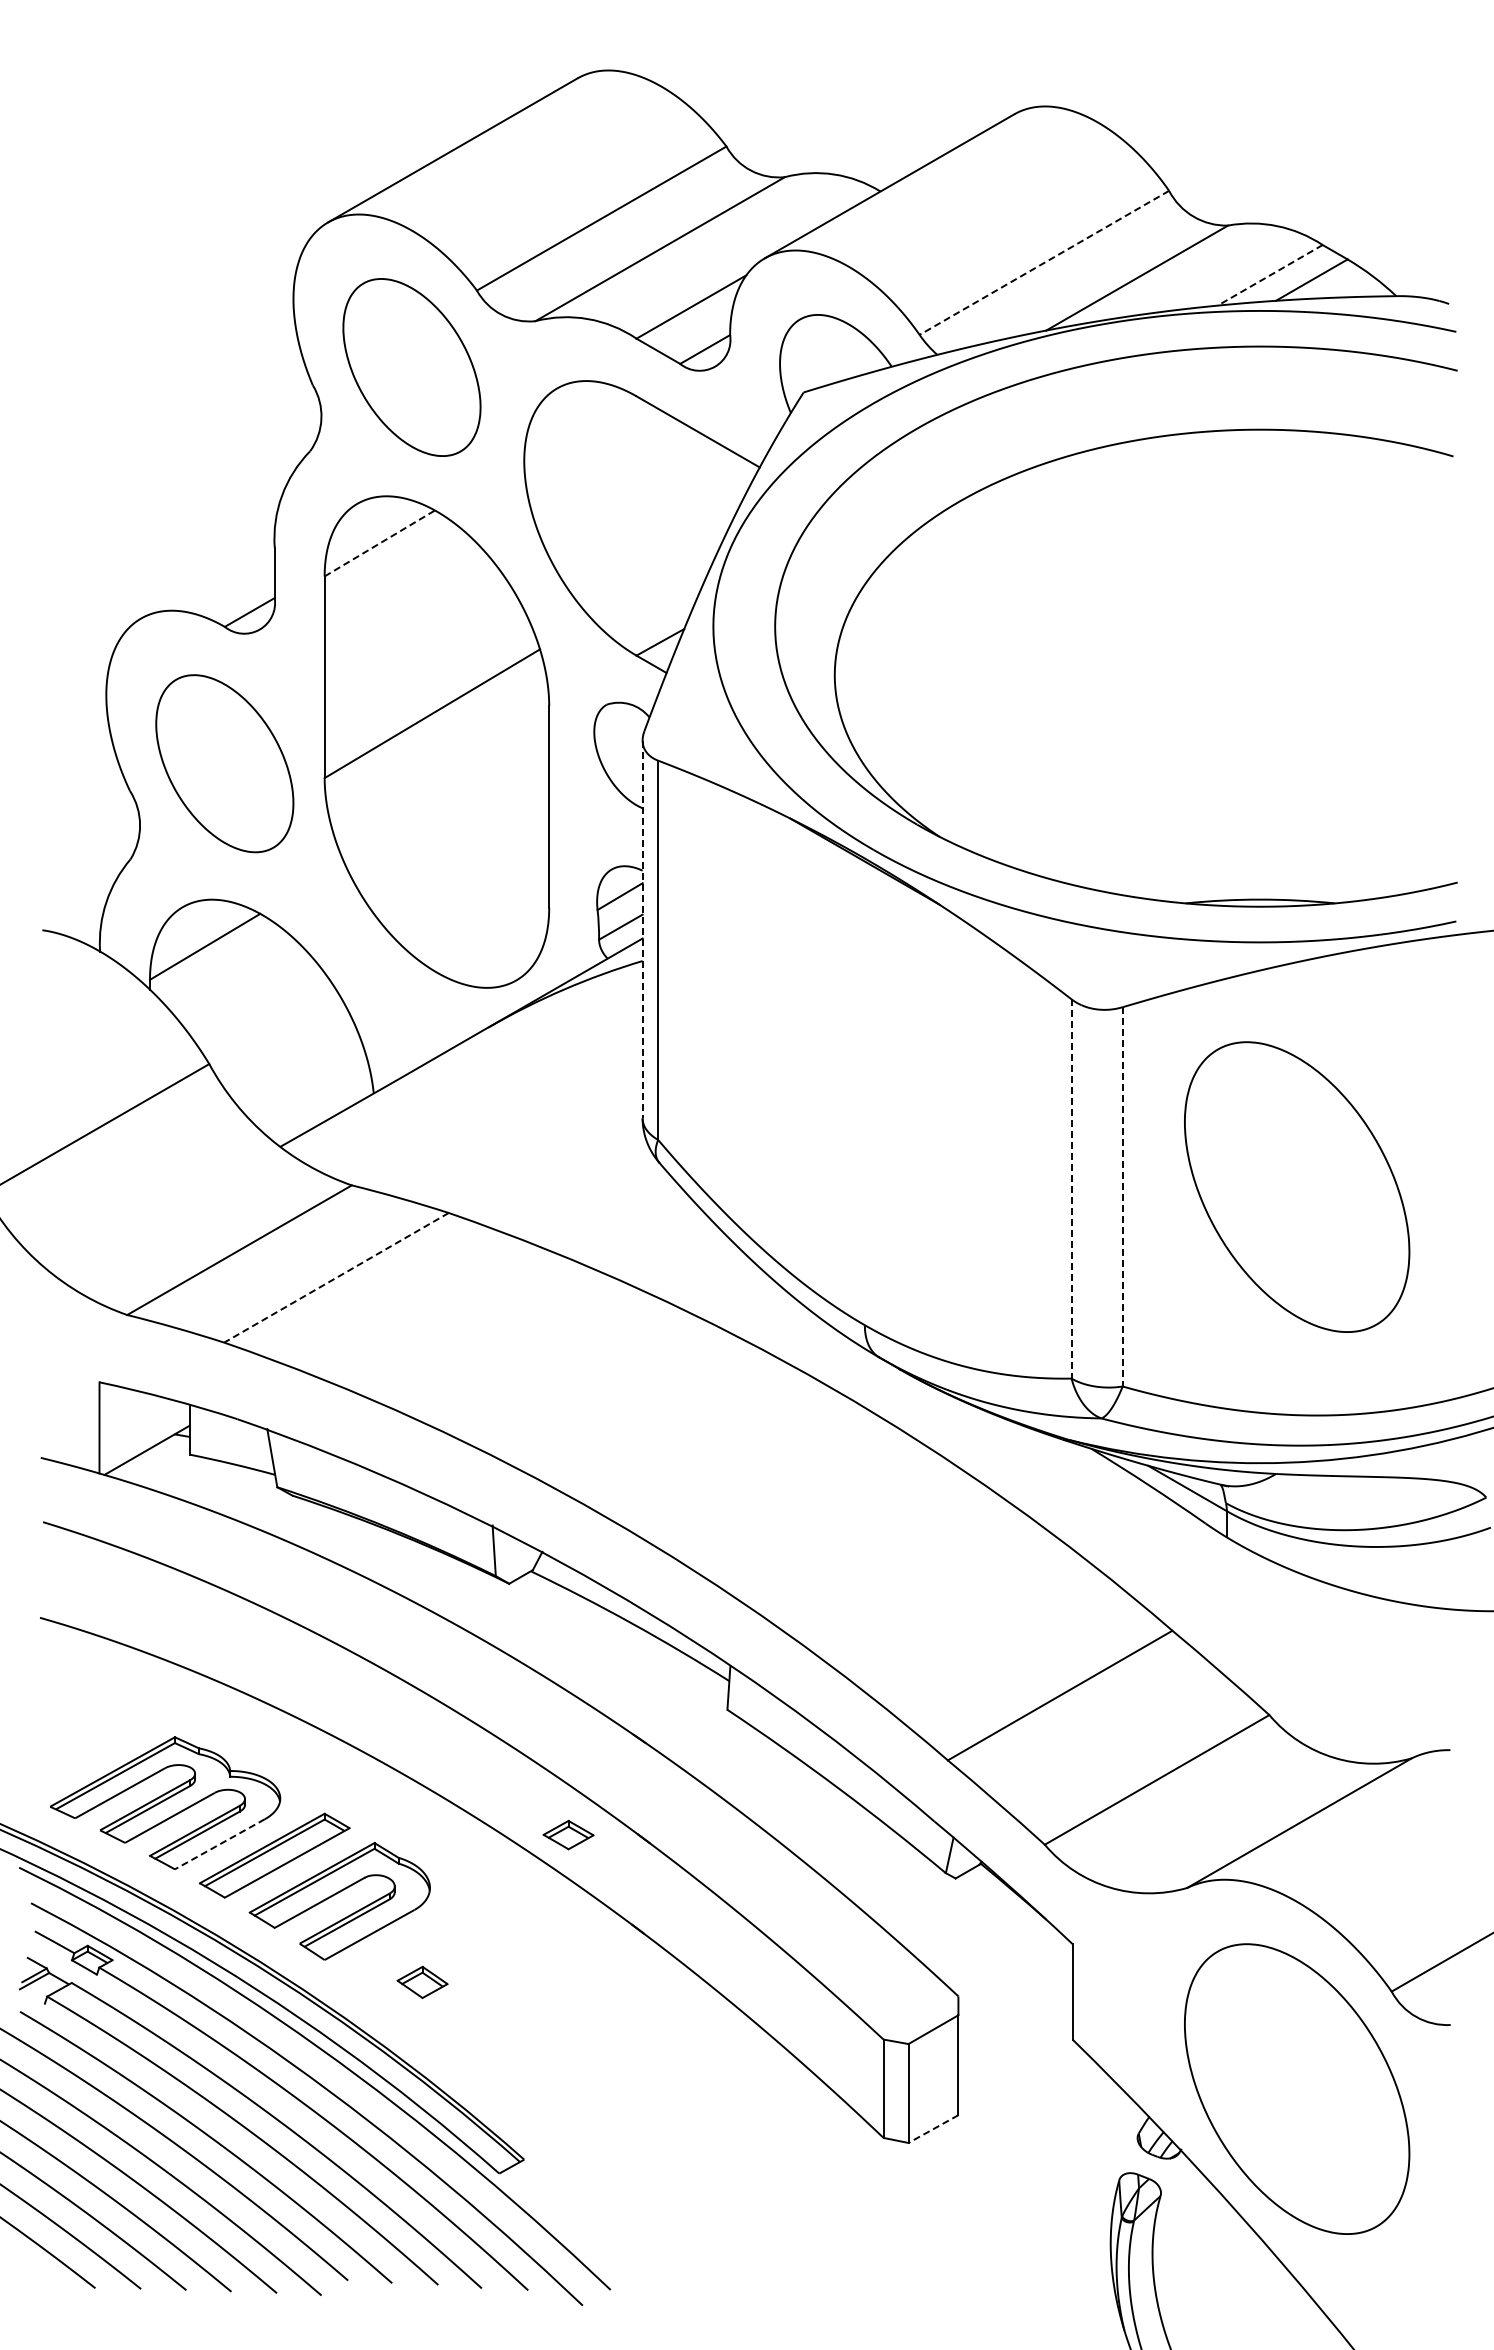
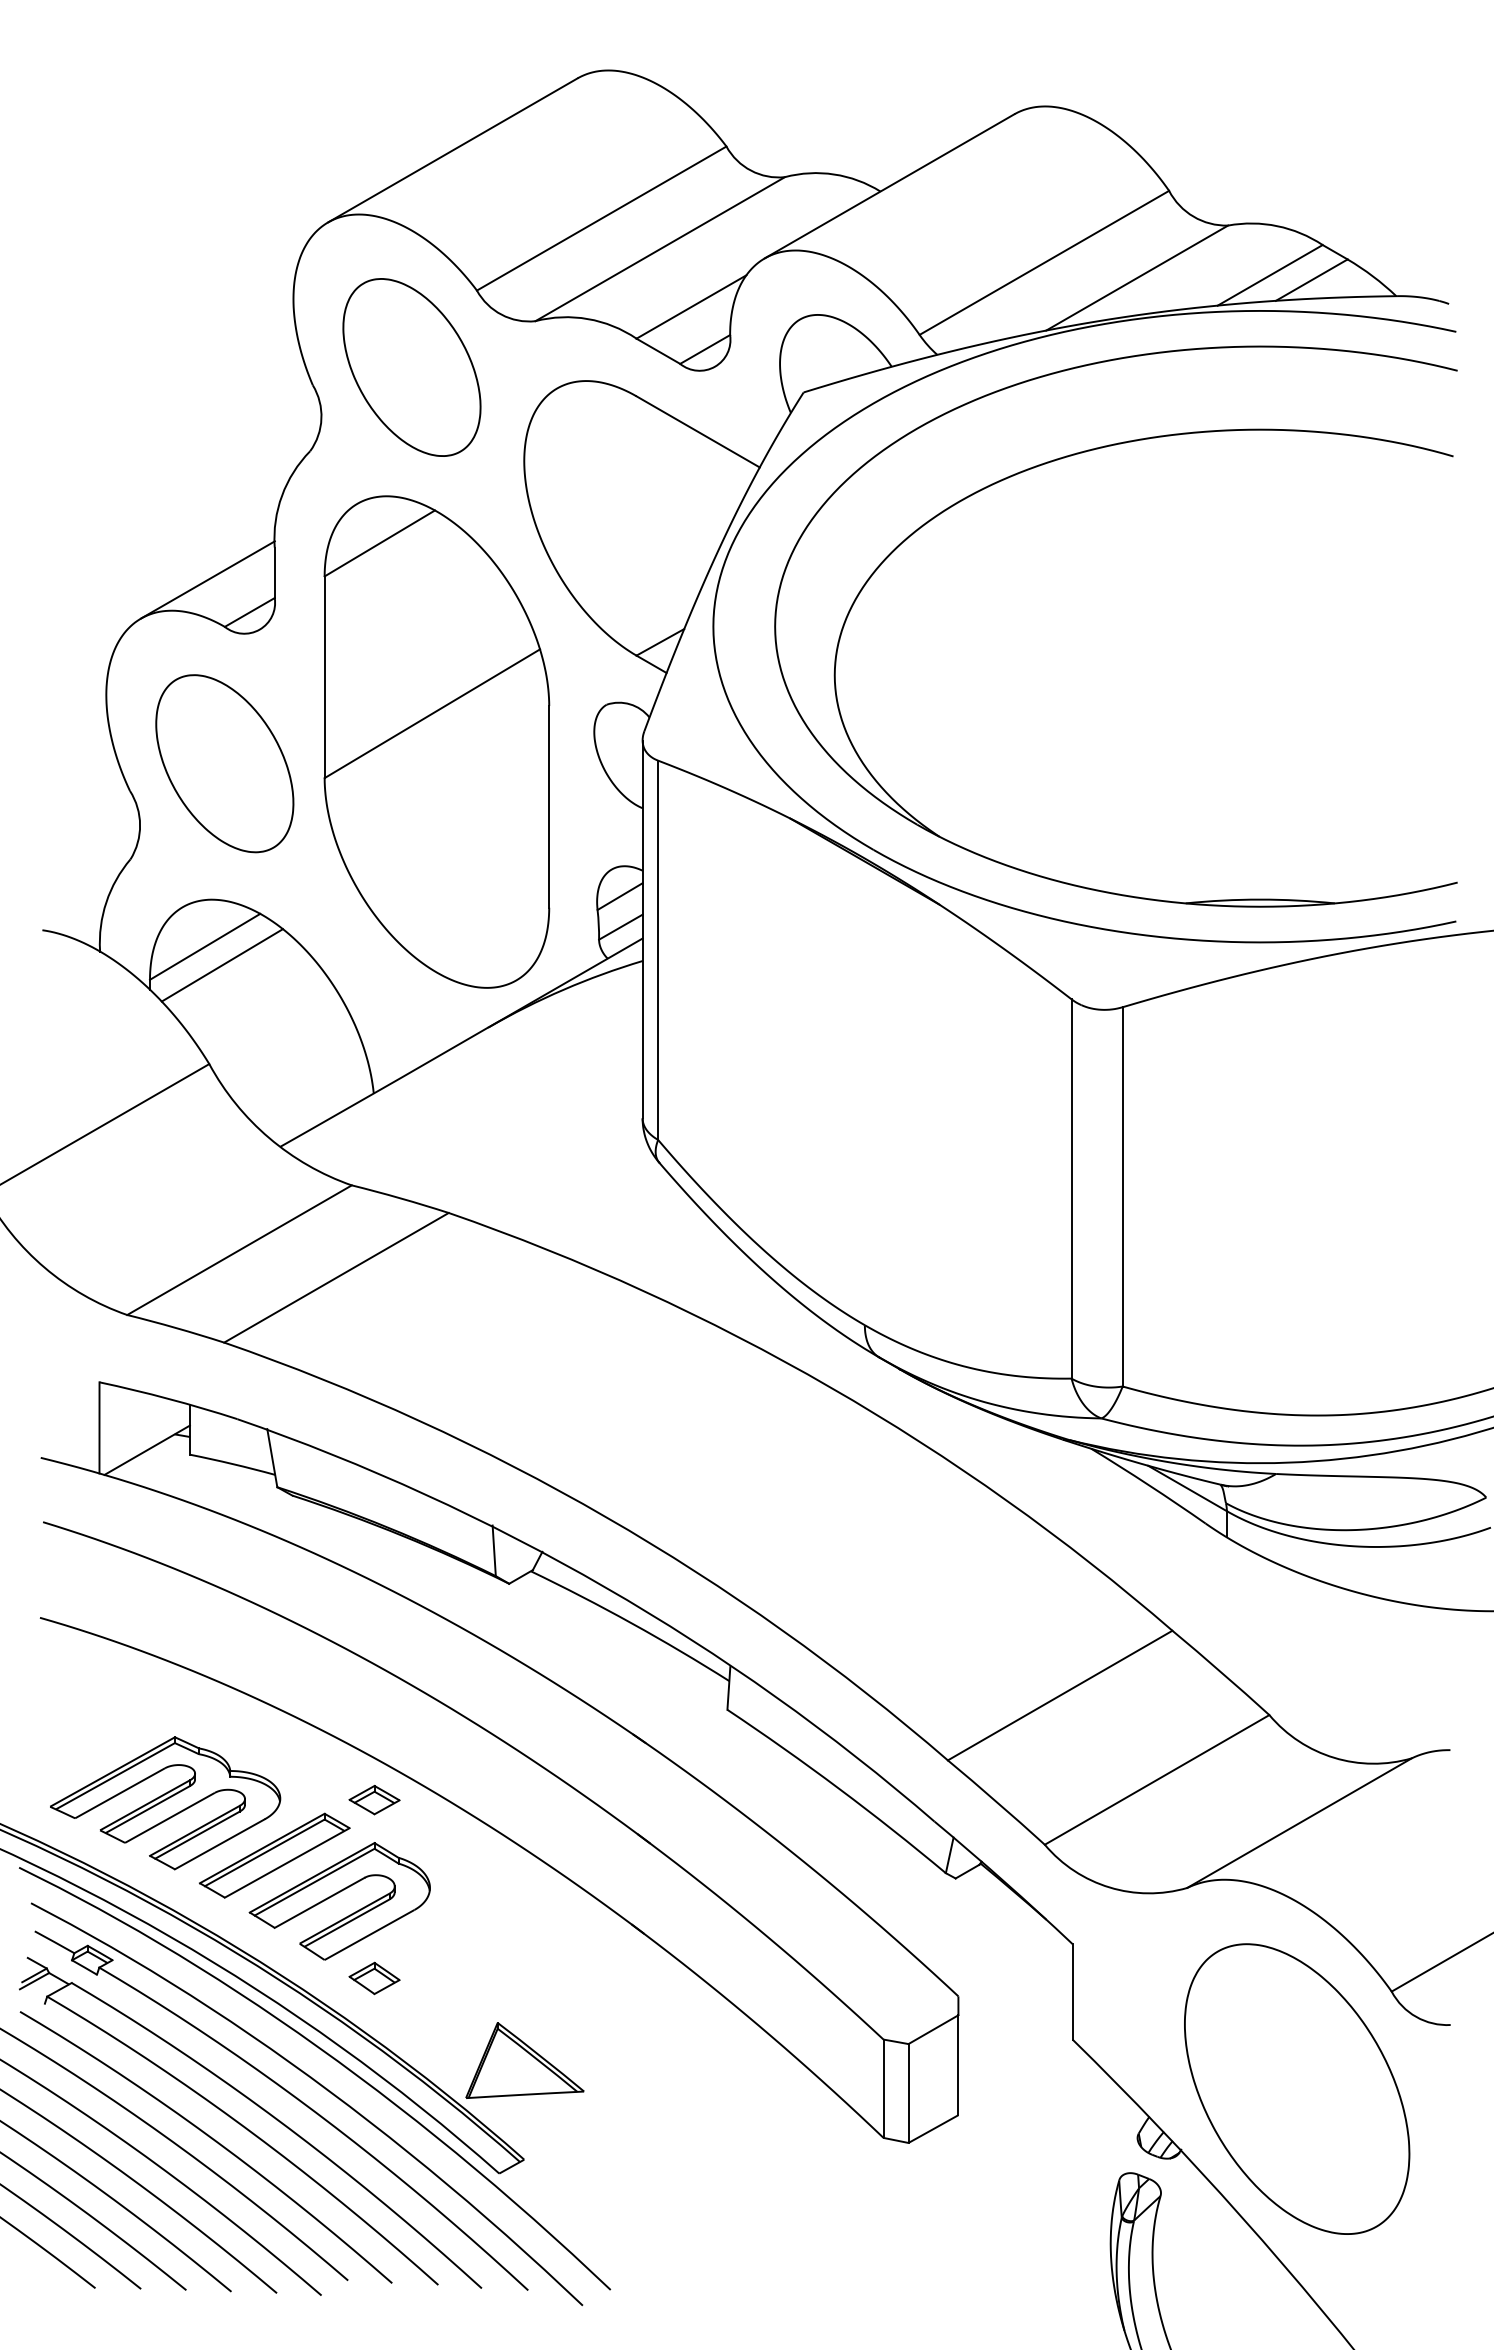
line at (1043, 263): dashed -> solid
line at (1270, 275): dashed -> solid
line at (380, 543): dashed -> solid
line at (207, 579): none -> present
line at (642, 929): dashed -> solid
line at (221, 965): none -> present
part at (1297, 1186): present -> none
line at (1071, 1188): dashed -> solid
line at (1122, 1196): dashed -> solid
line at (336, 1277): dashed -> solid
part at (568, 1834) position: (568, 1834) -> (374, 1799)
line at (219, 1844): dashed -> solid
part at (422, 1982) position: (422, 1982) -> (374, 1978)
part at (524, 2060): none -> present
line at (932, 2129): dashed -> solid
